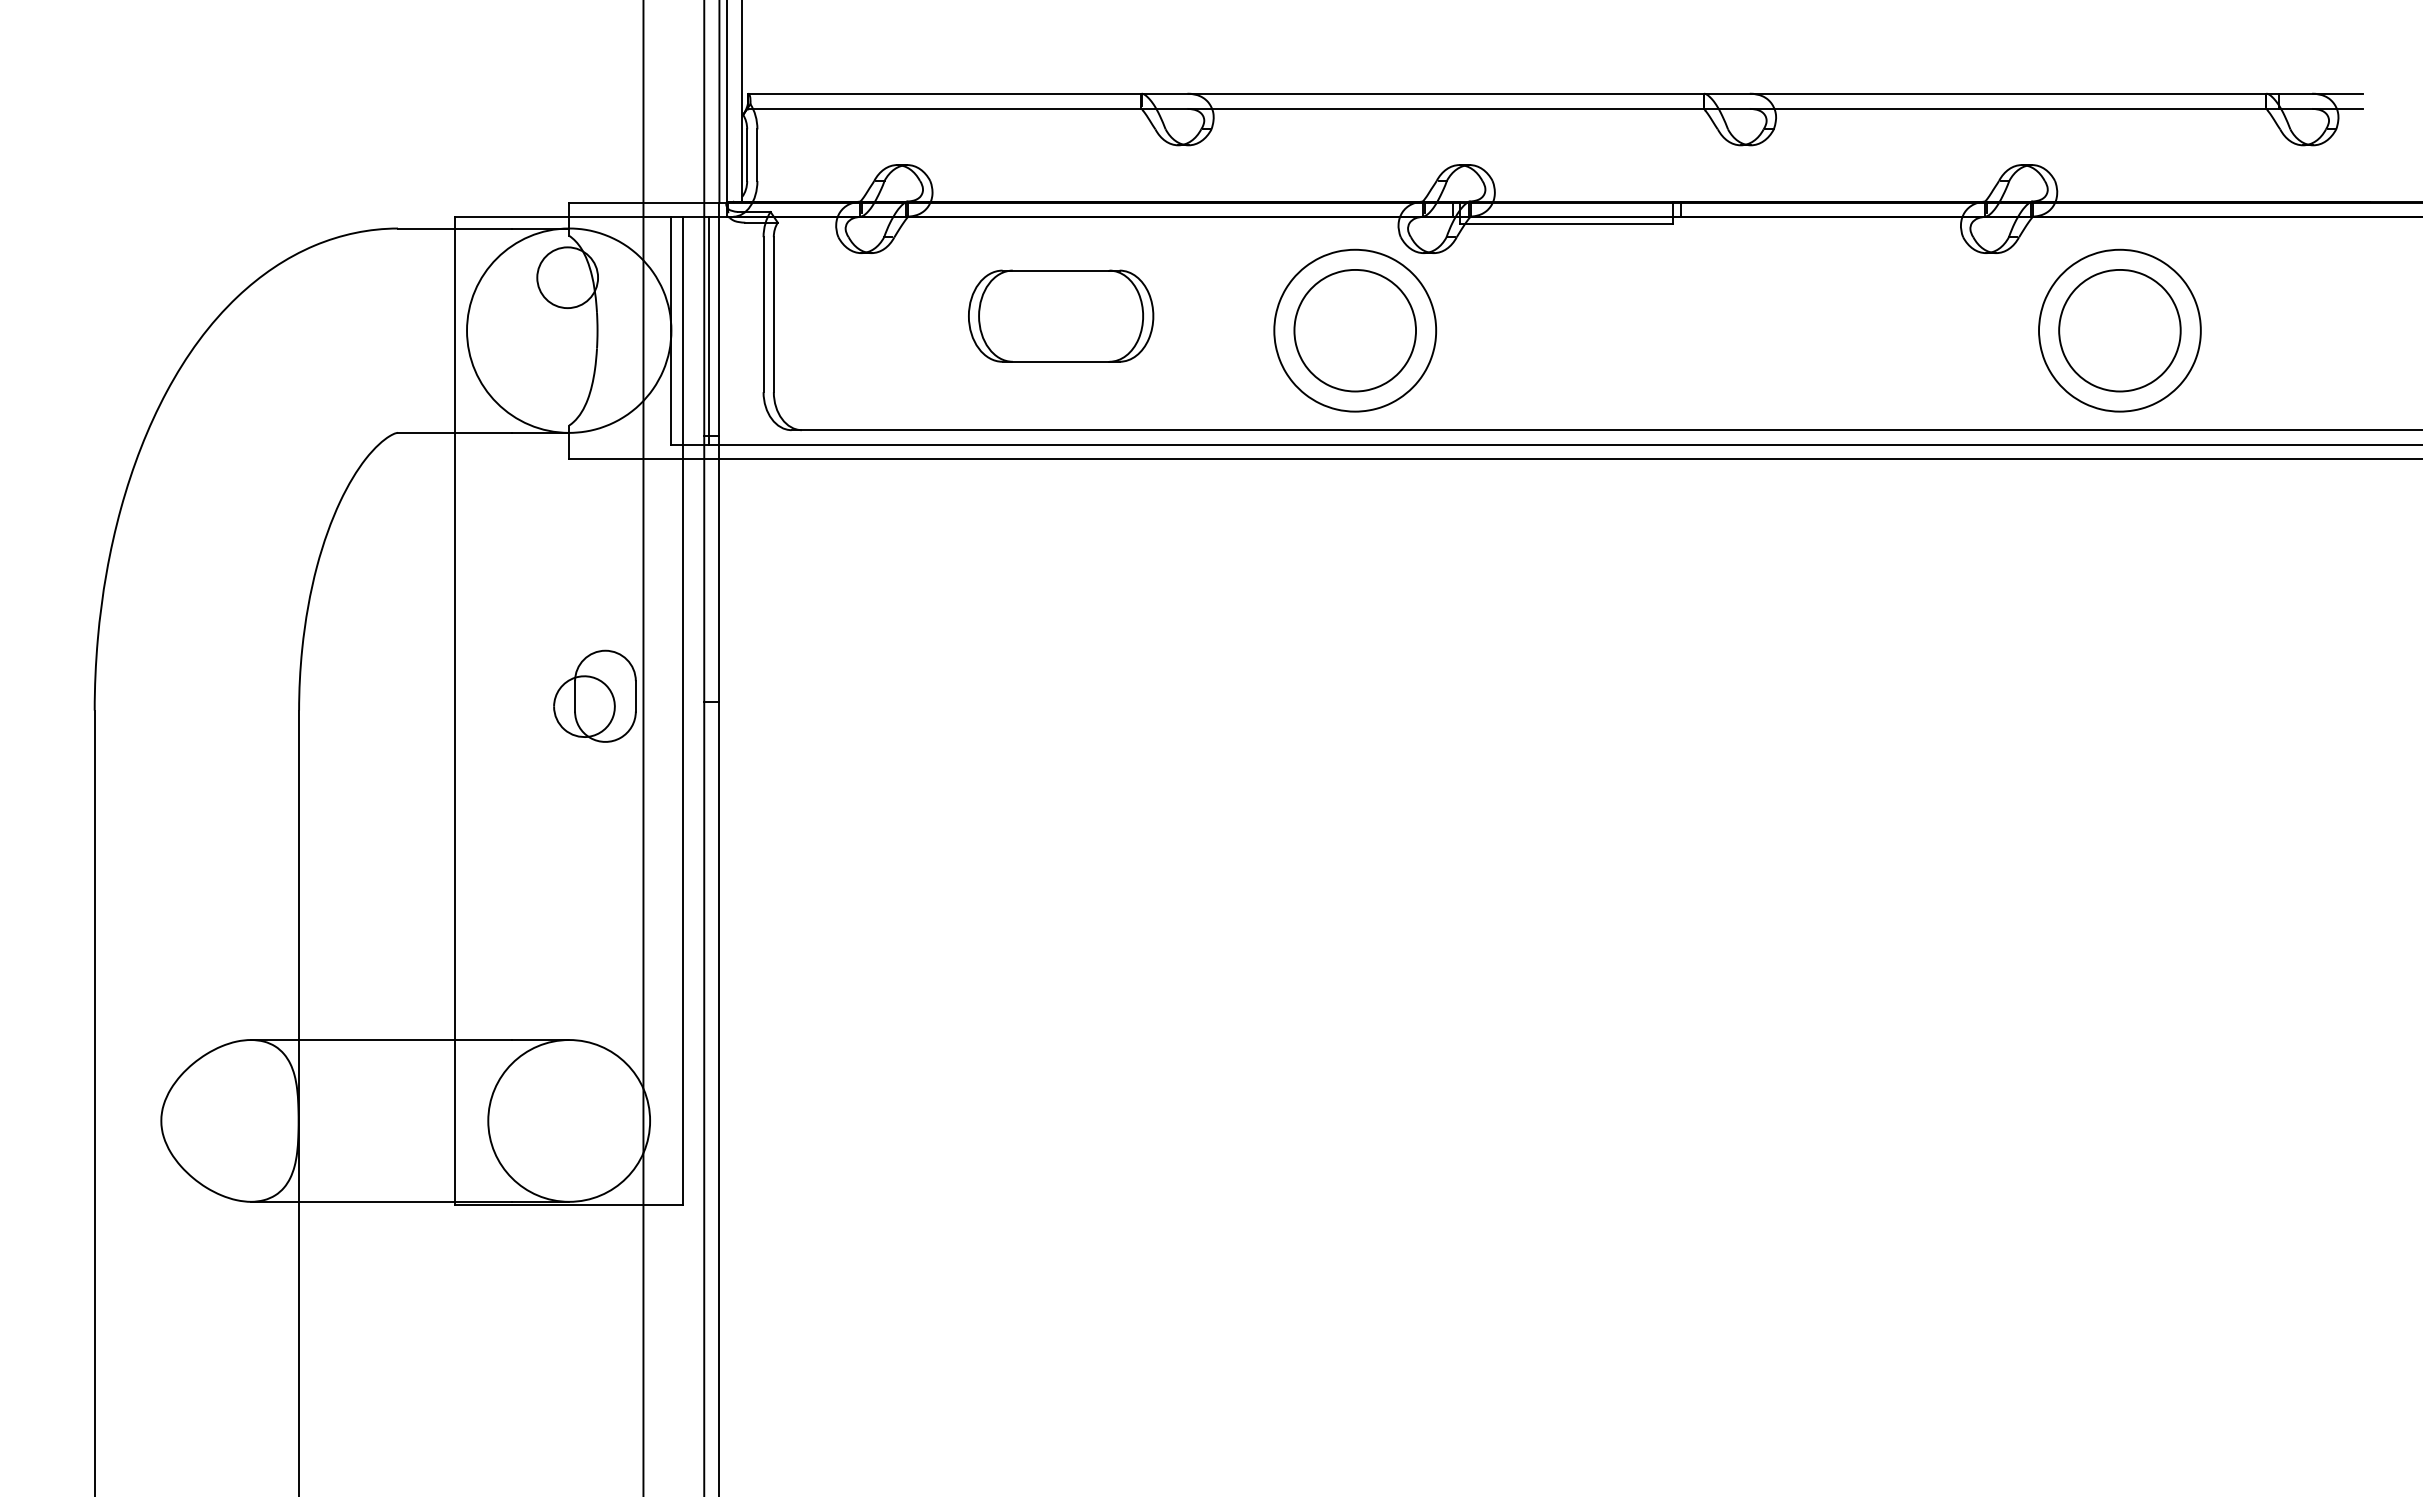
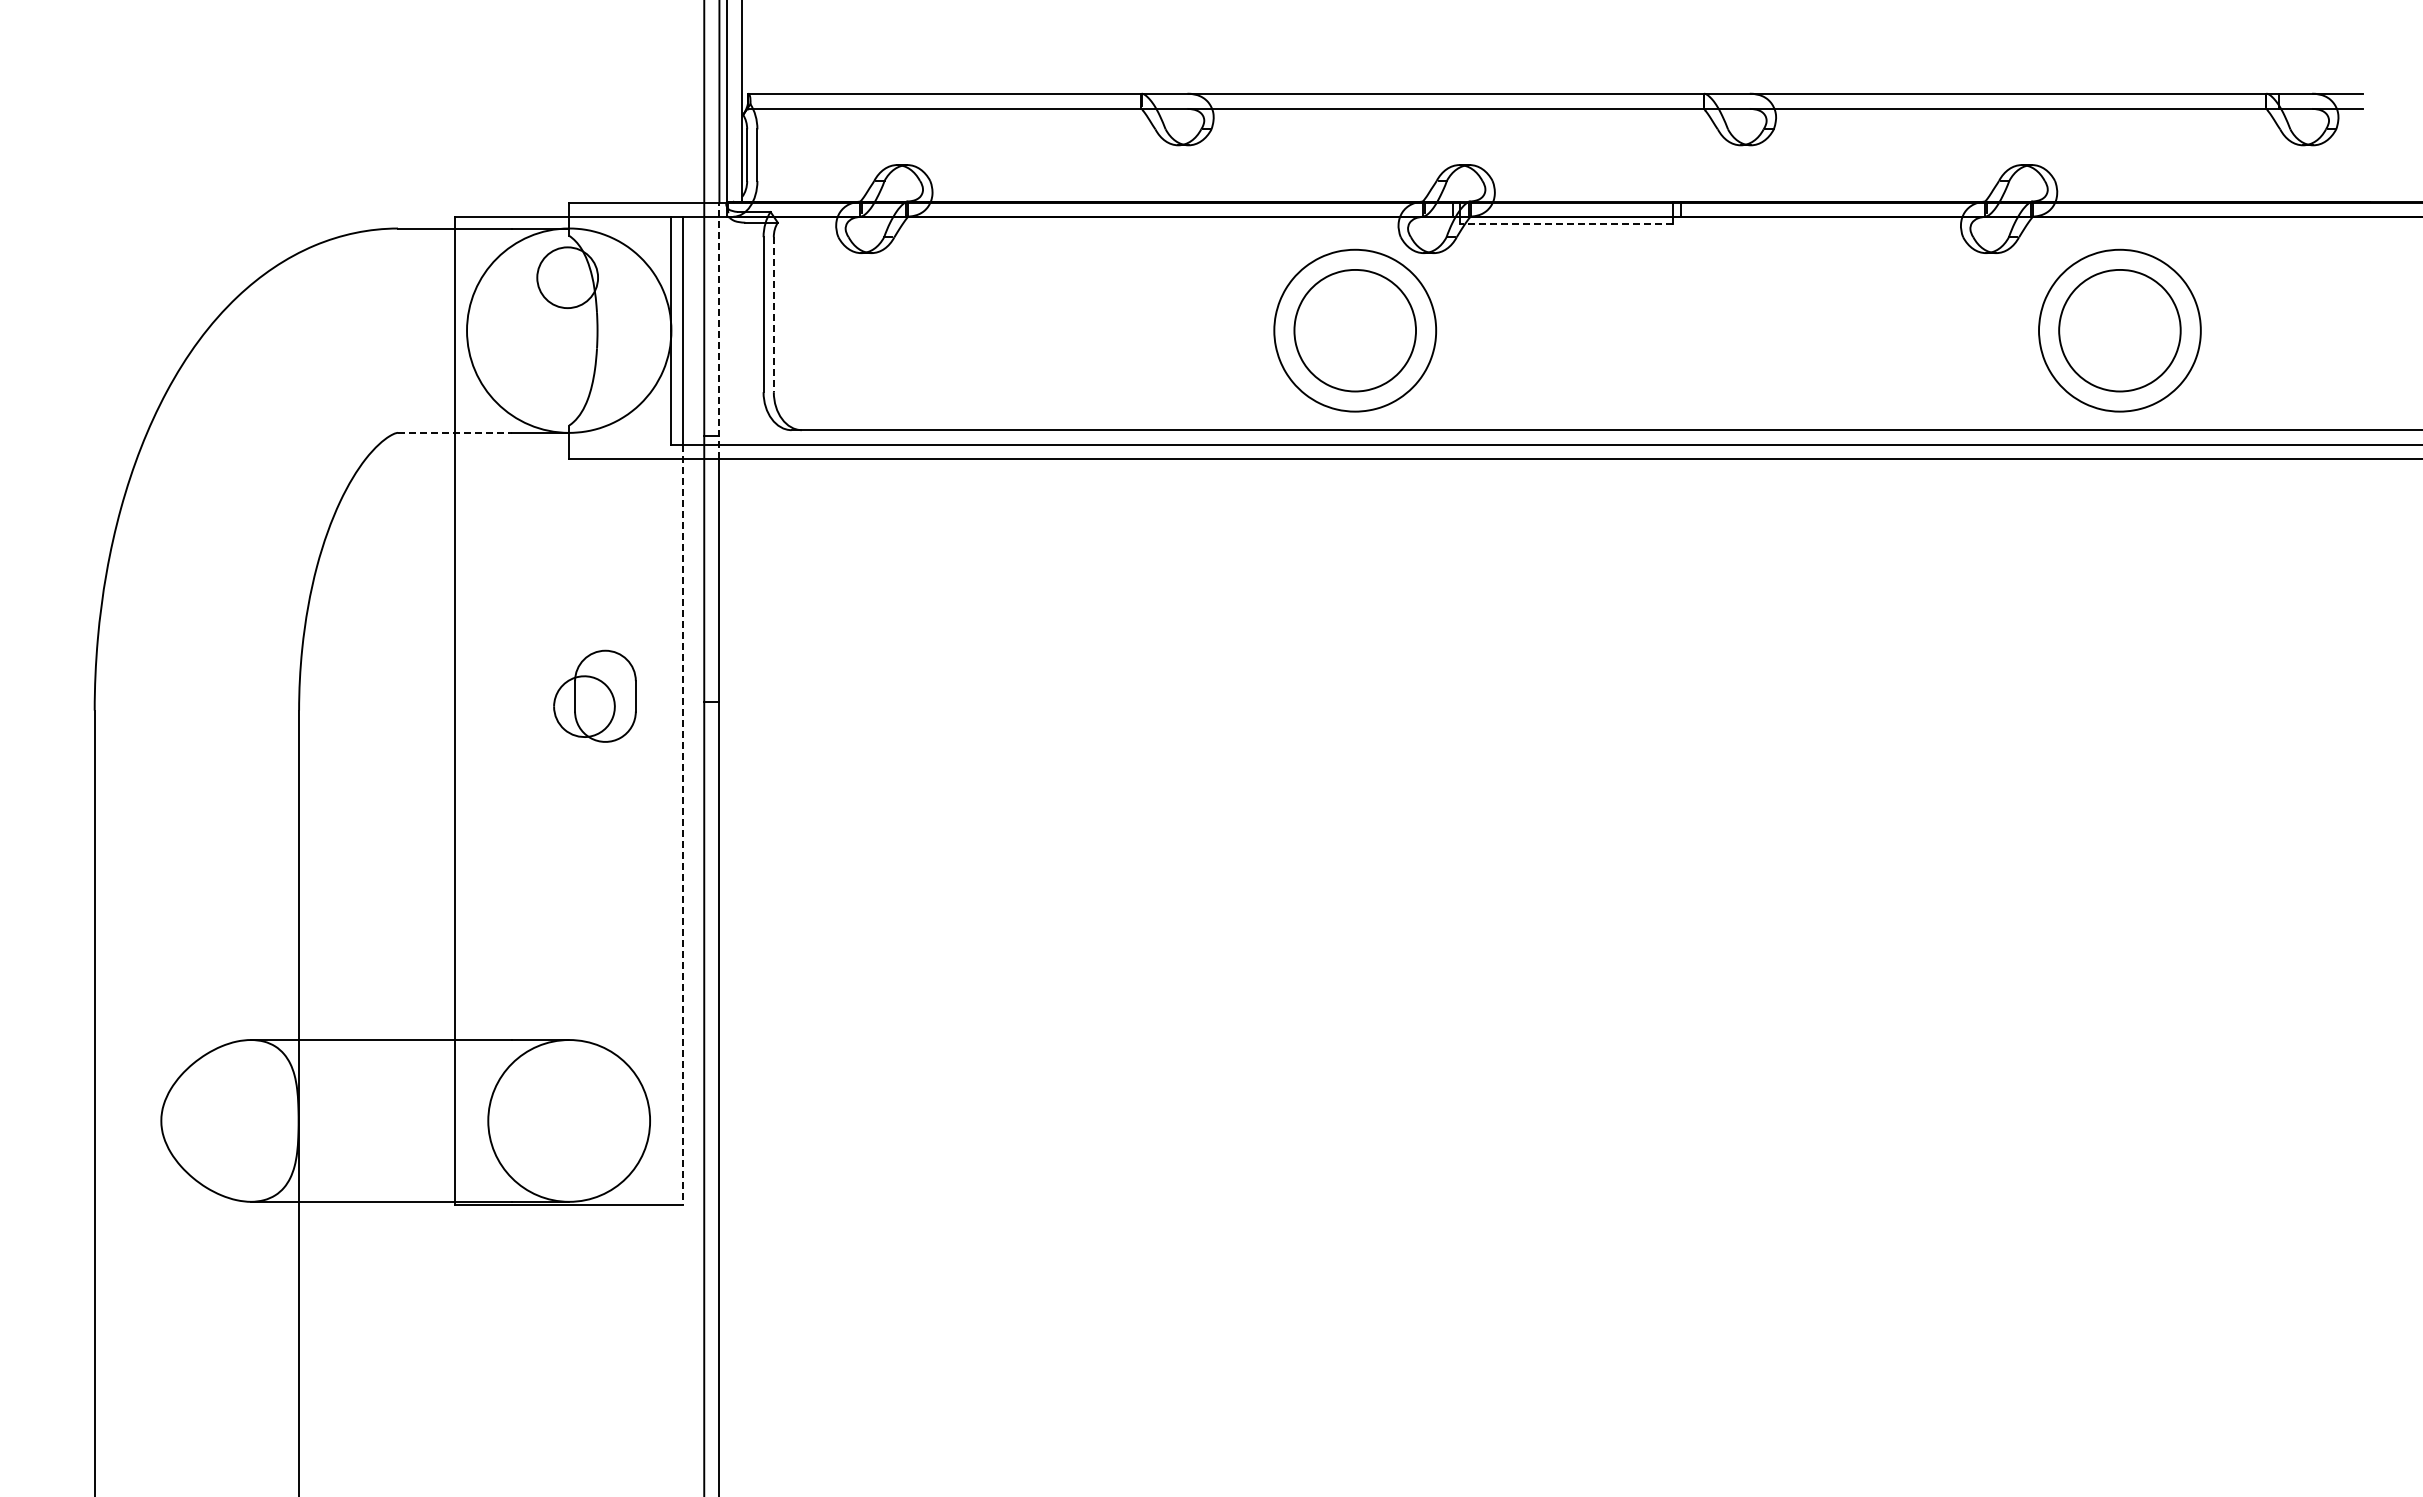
line at (1566, 224): solid -> dashed
line at (773, 315): solid -> dashed
part at (1061, 315): present -> none
line at (709, 330): present -> none
line at (719, 330): solid -> dashed
line at (454, 432): solid -> dashed
line at (643, 747): present -> none
line at (683, 824): solid -> dashed
